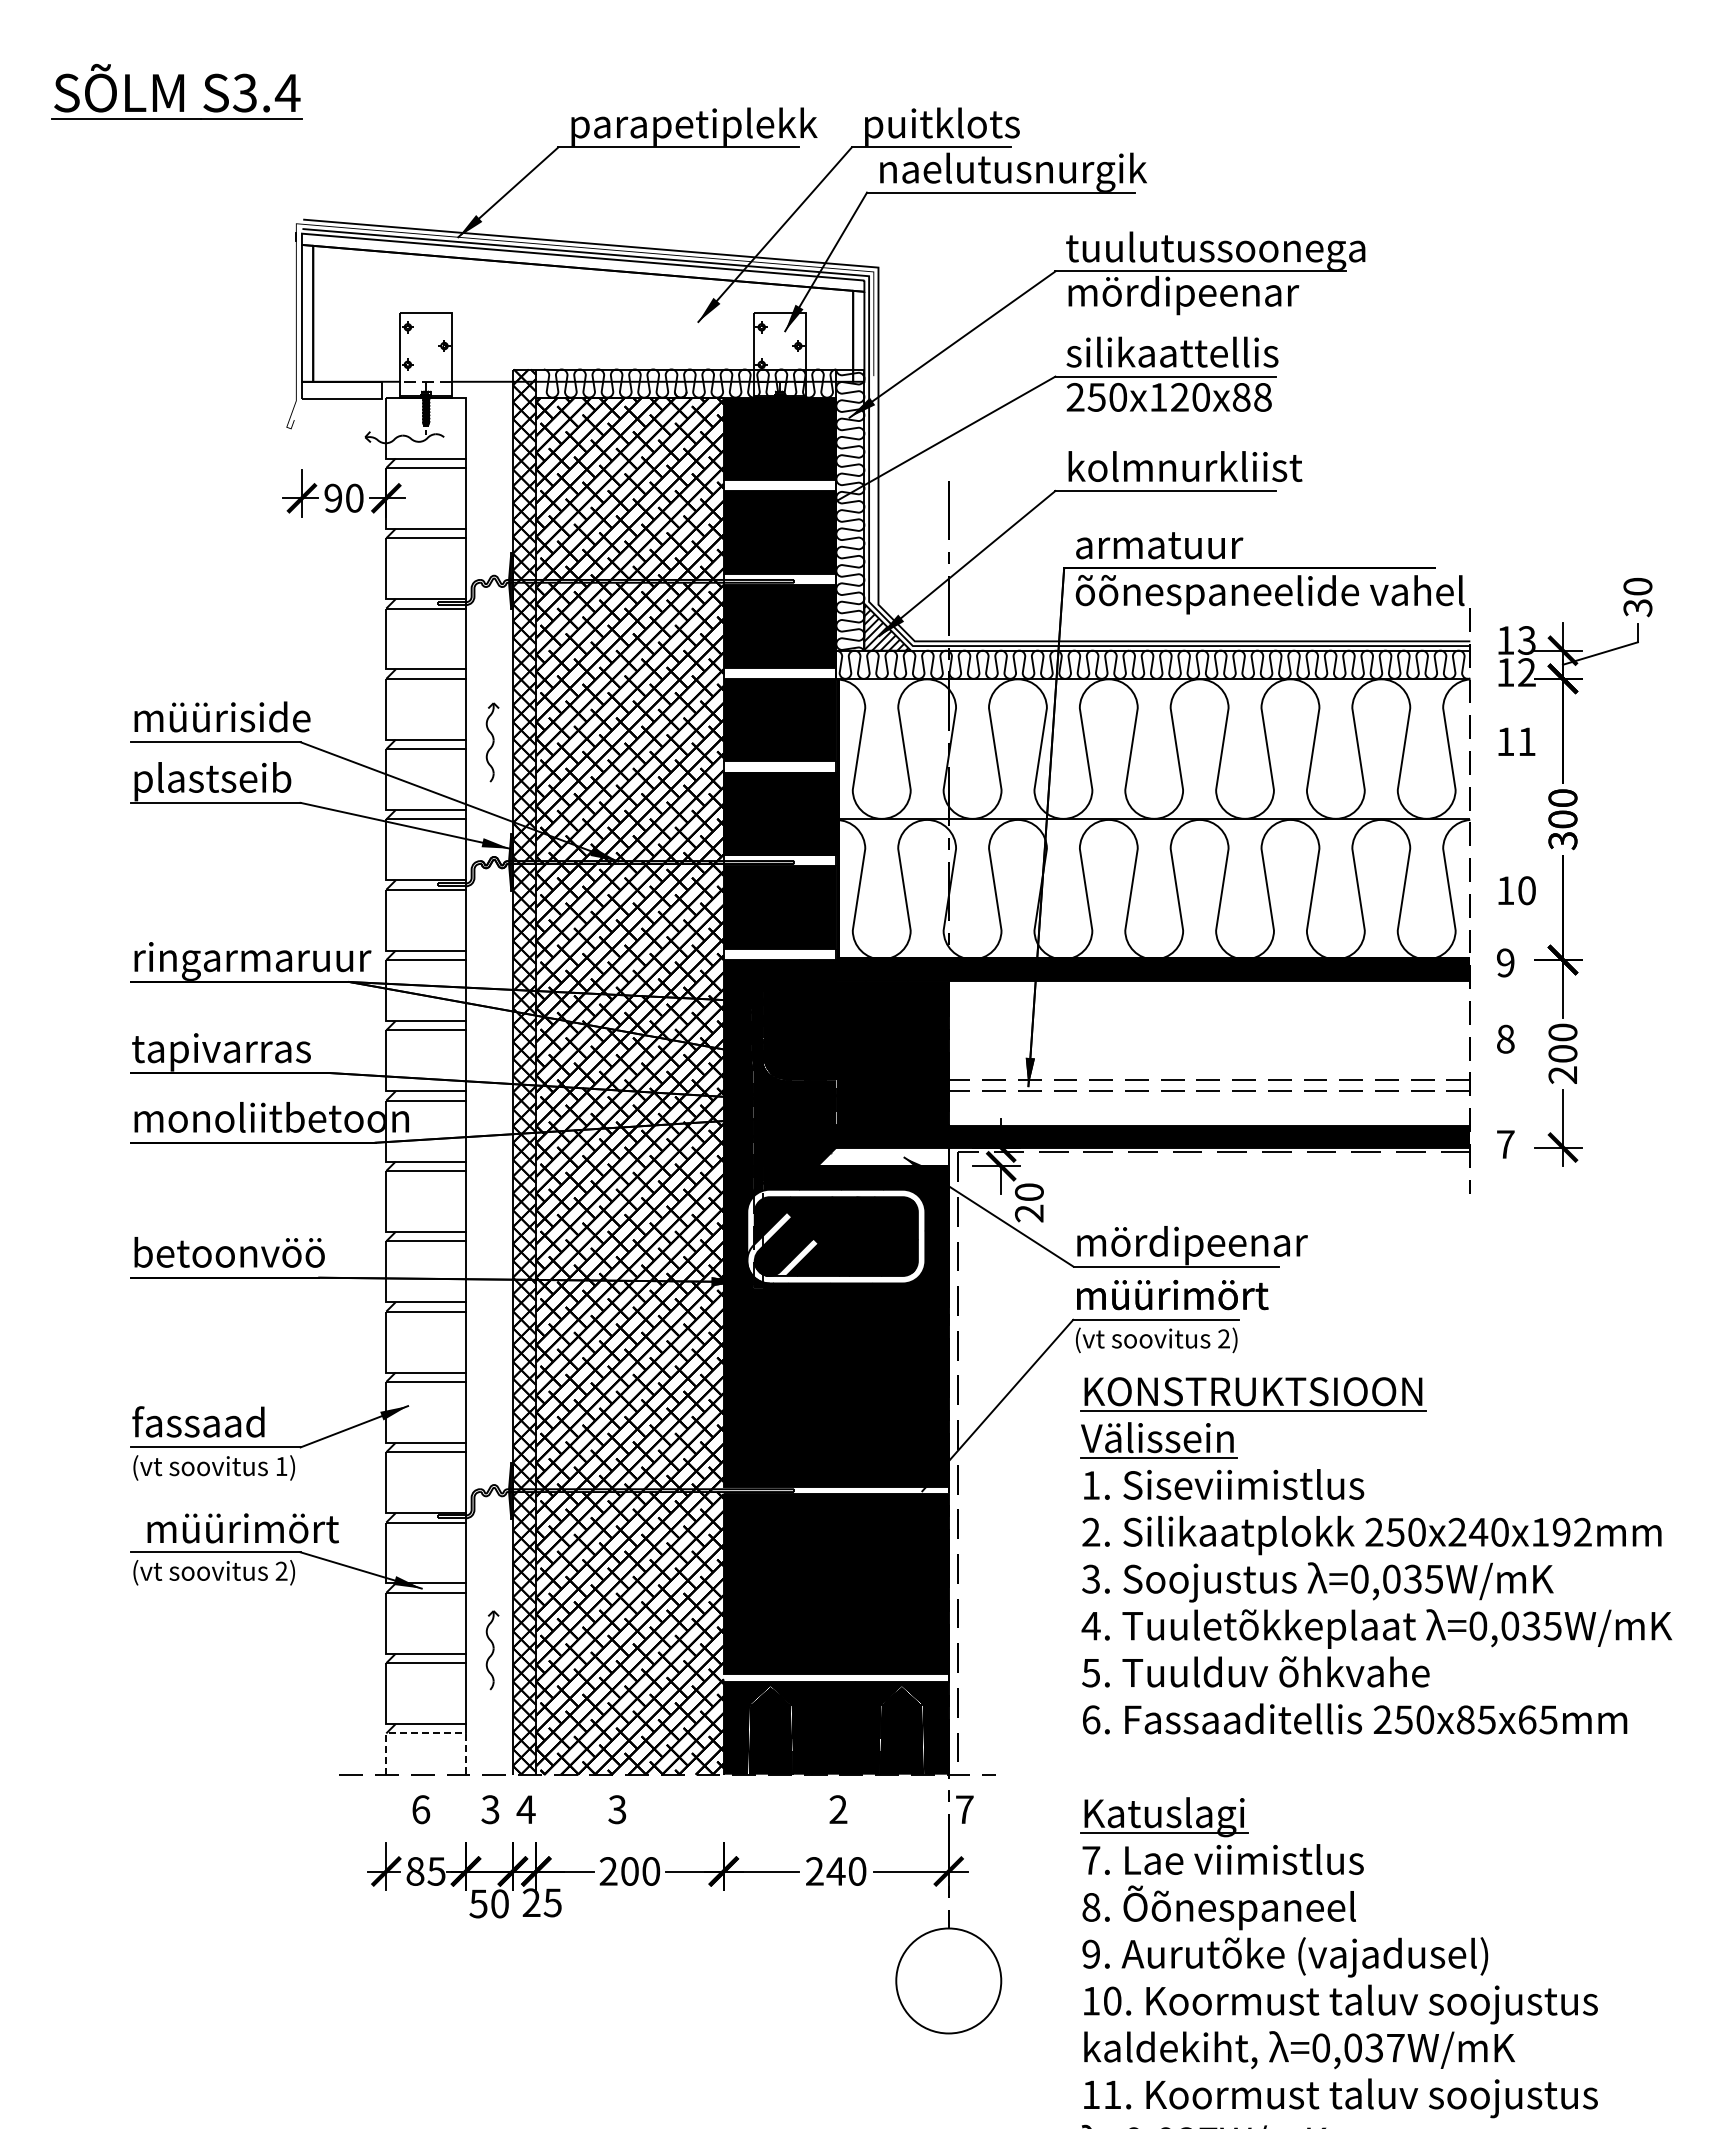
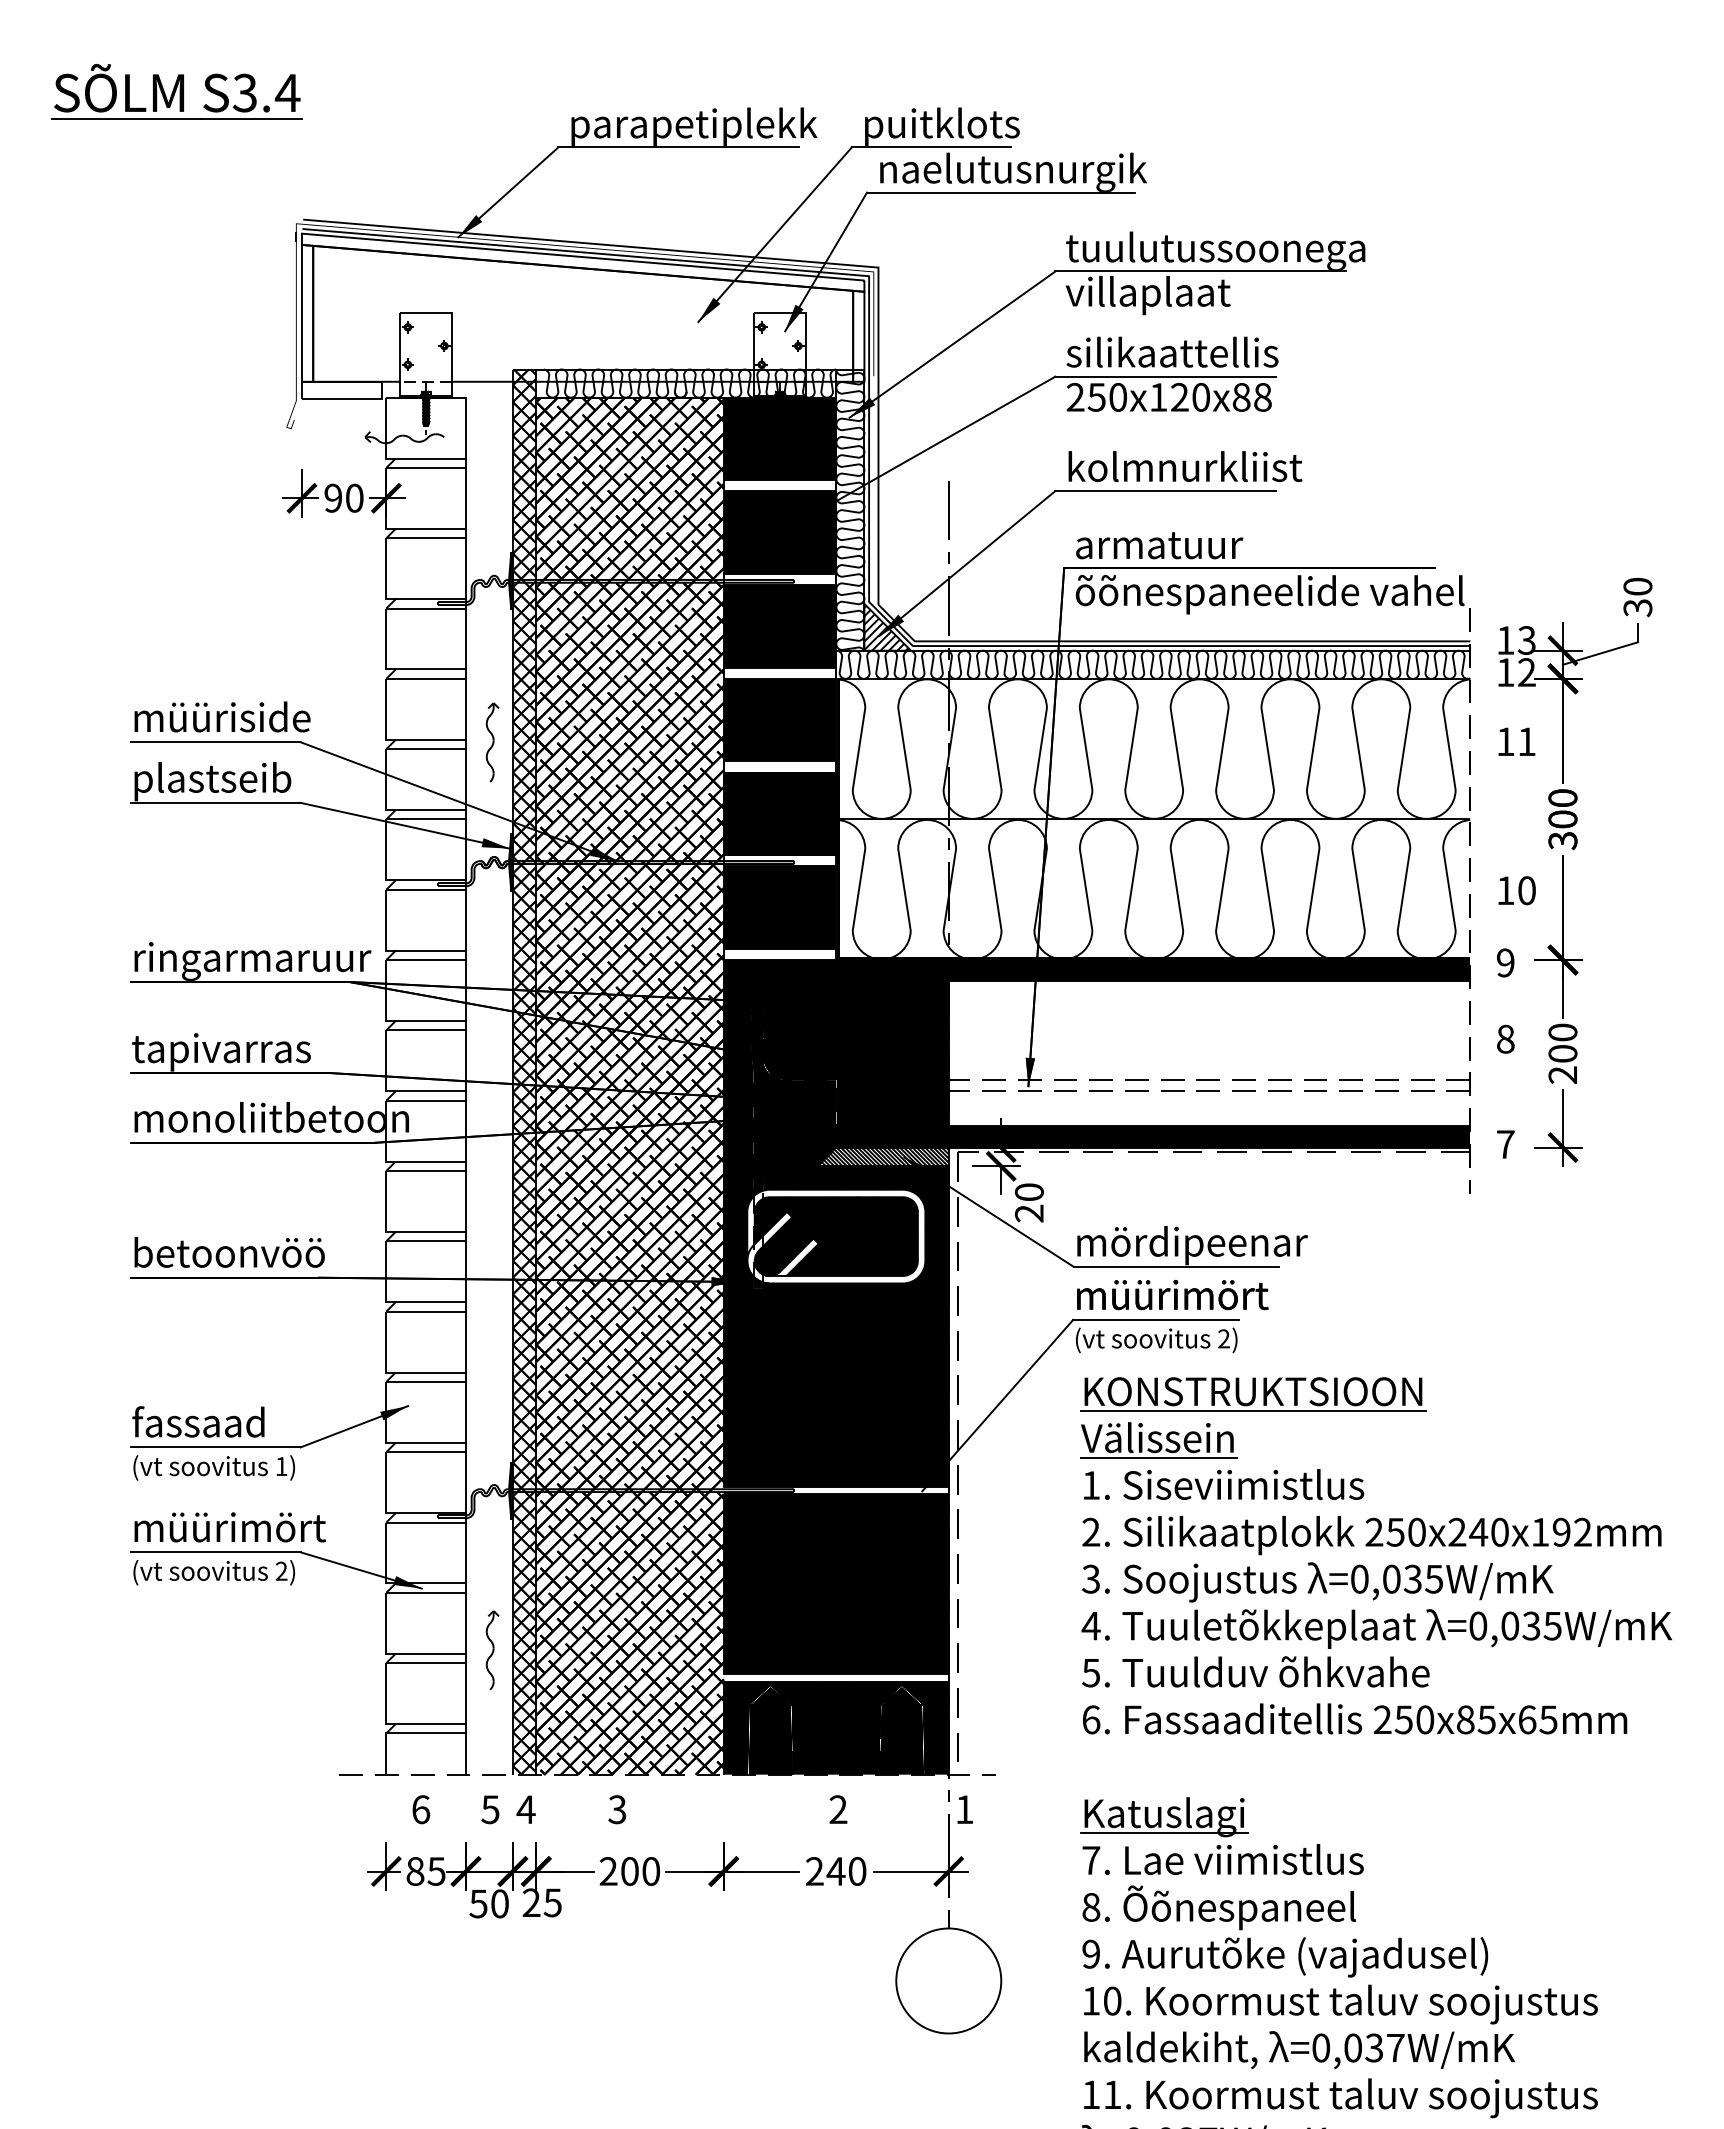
text at (1182, 295): mördipeenar -> villaplaat
hatch at (882, 1156): none -> present
text at (242, 1528) position: (242, 1528) -> (229, 1527)
line at (426, 1733): dashed -> solid
text at (490, 1809): 3 -> 5
text at (964, 1809): 7 -> 1
